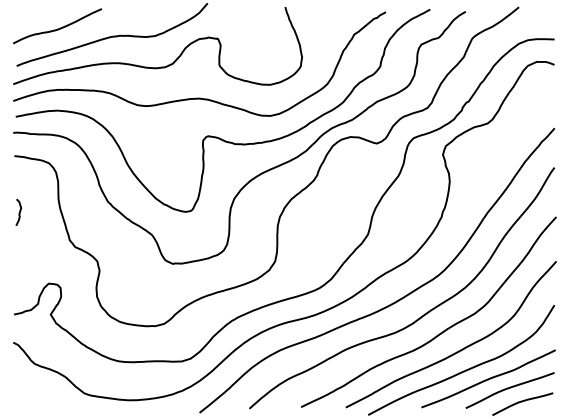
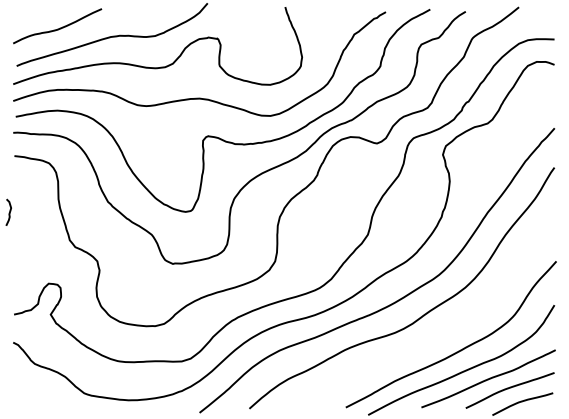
curve at (19, 211) position: (19, 211) -> (9, 211)
curve at (440, 332): present -> none
